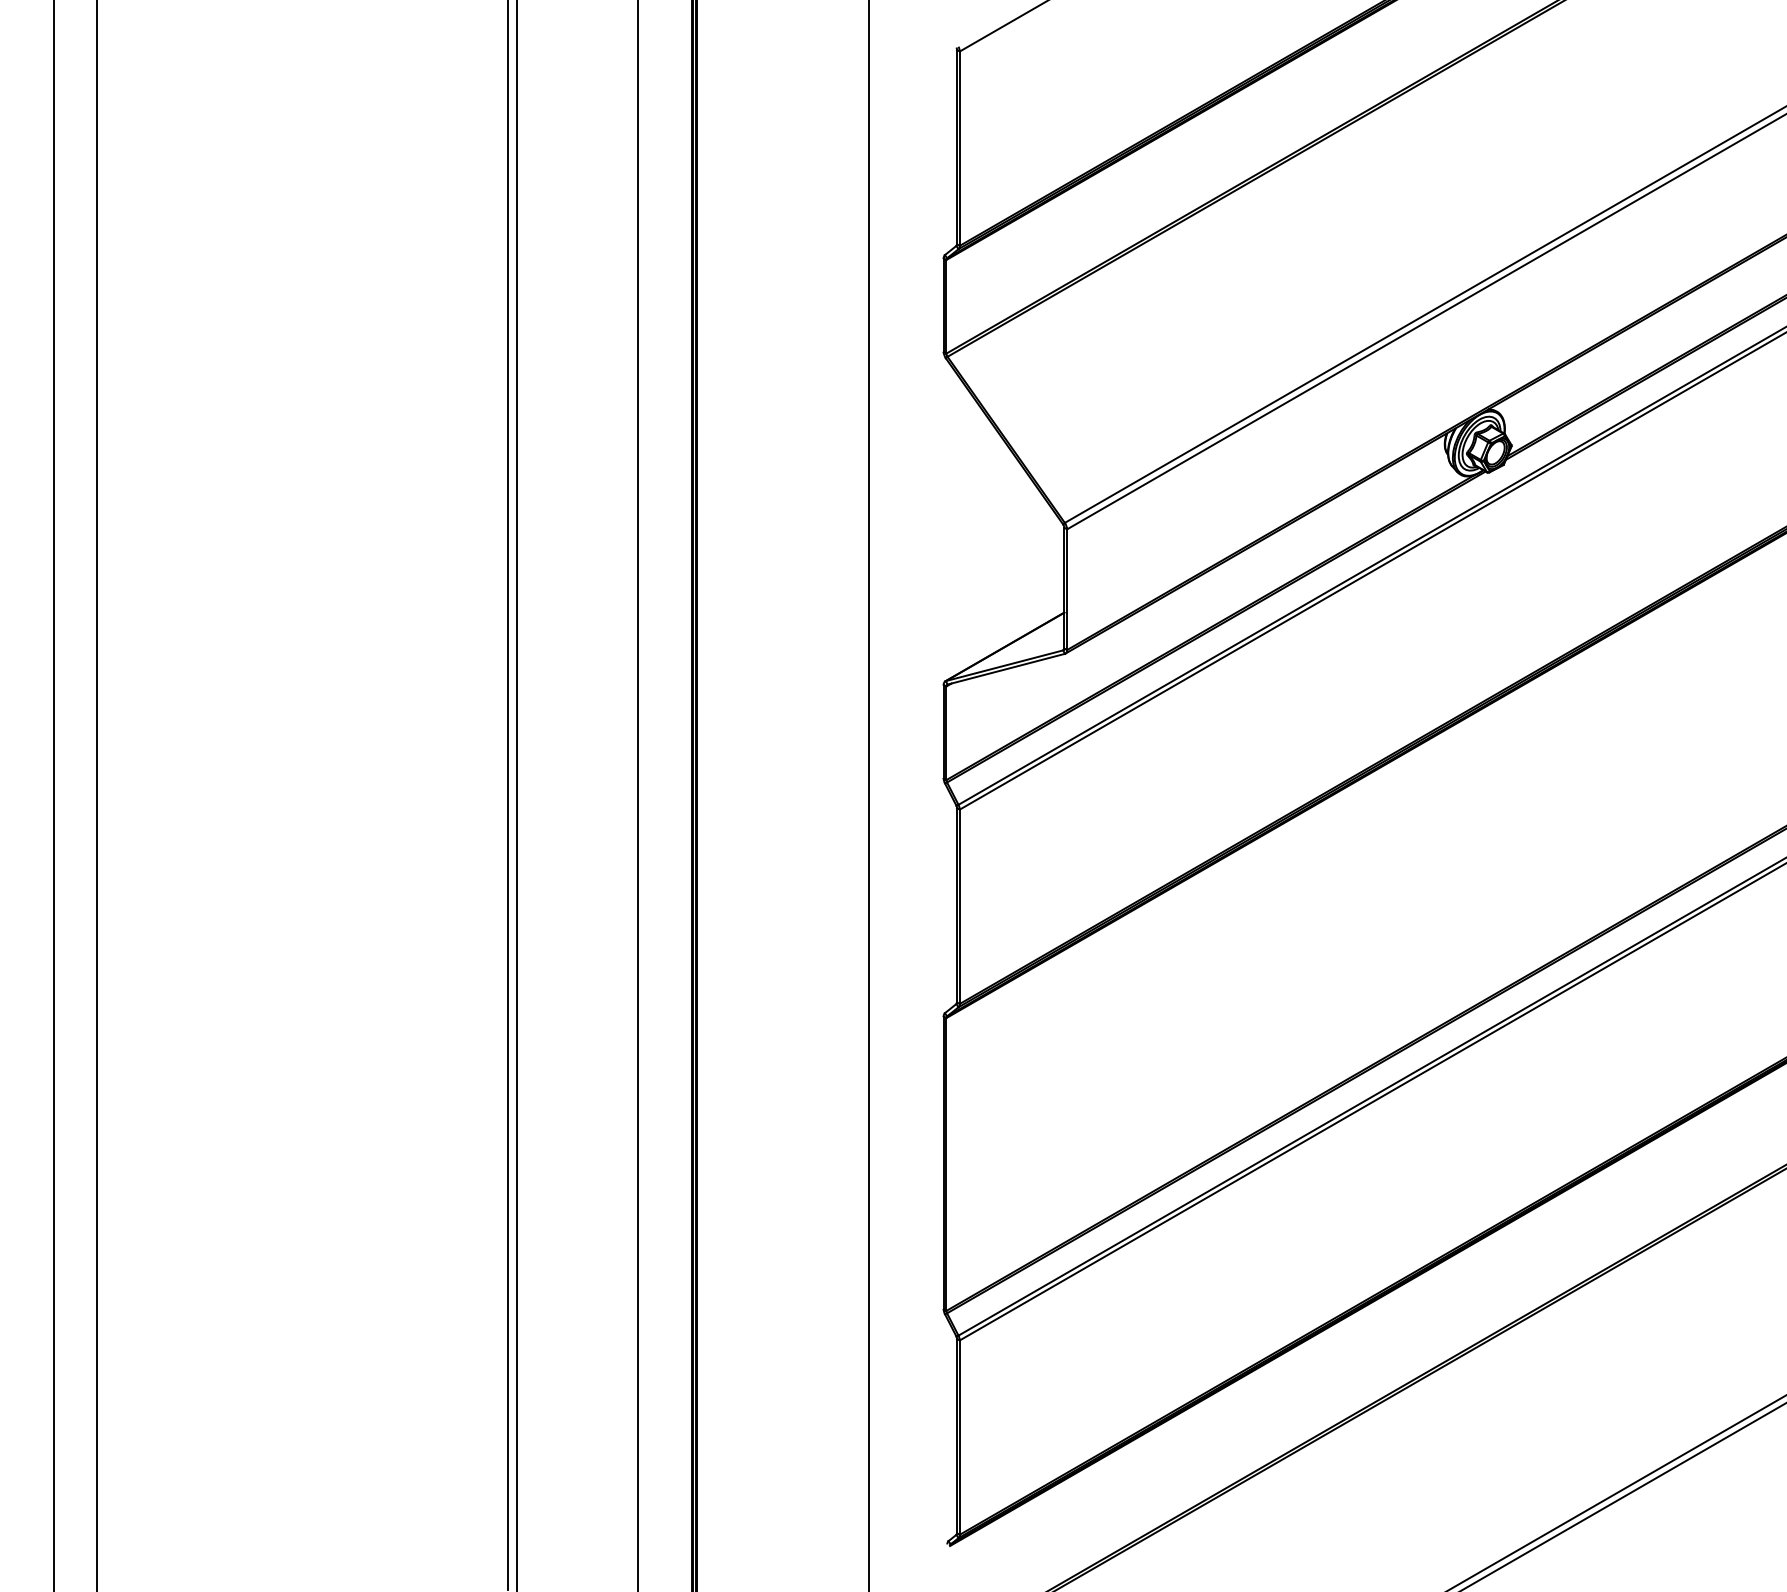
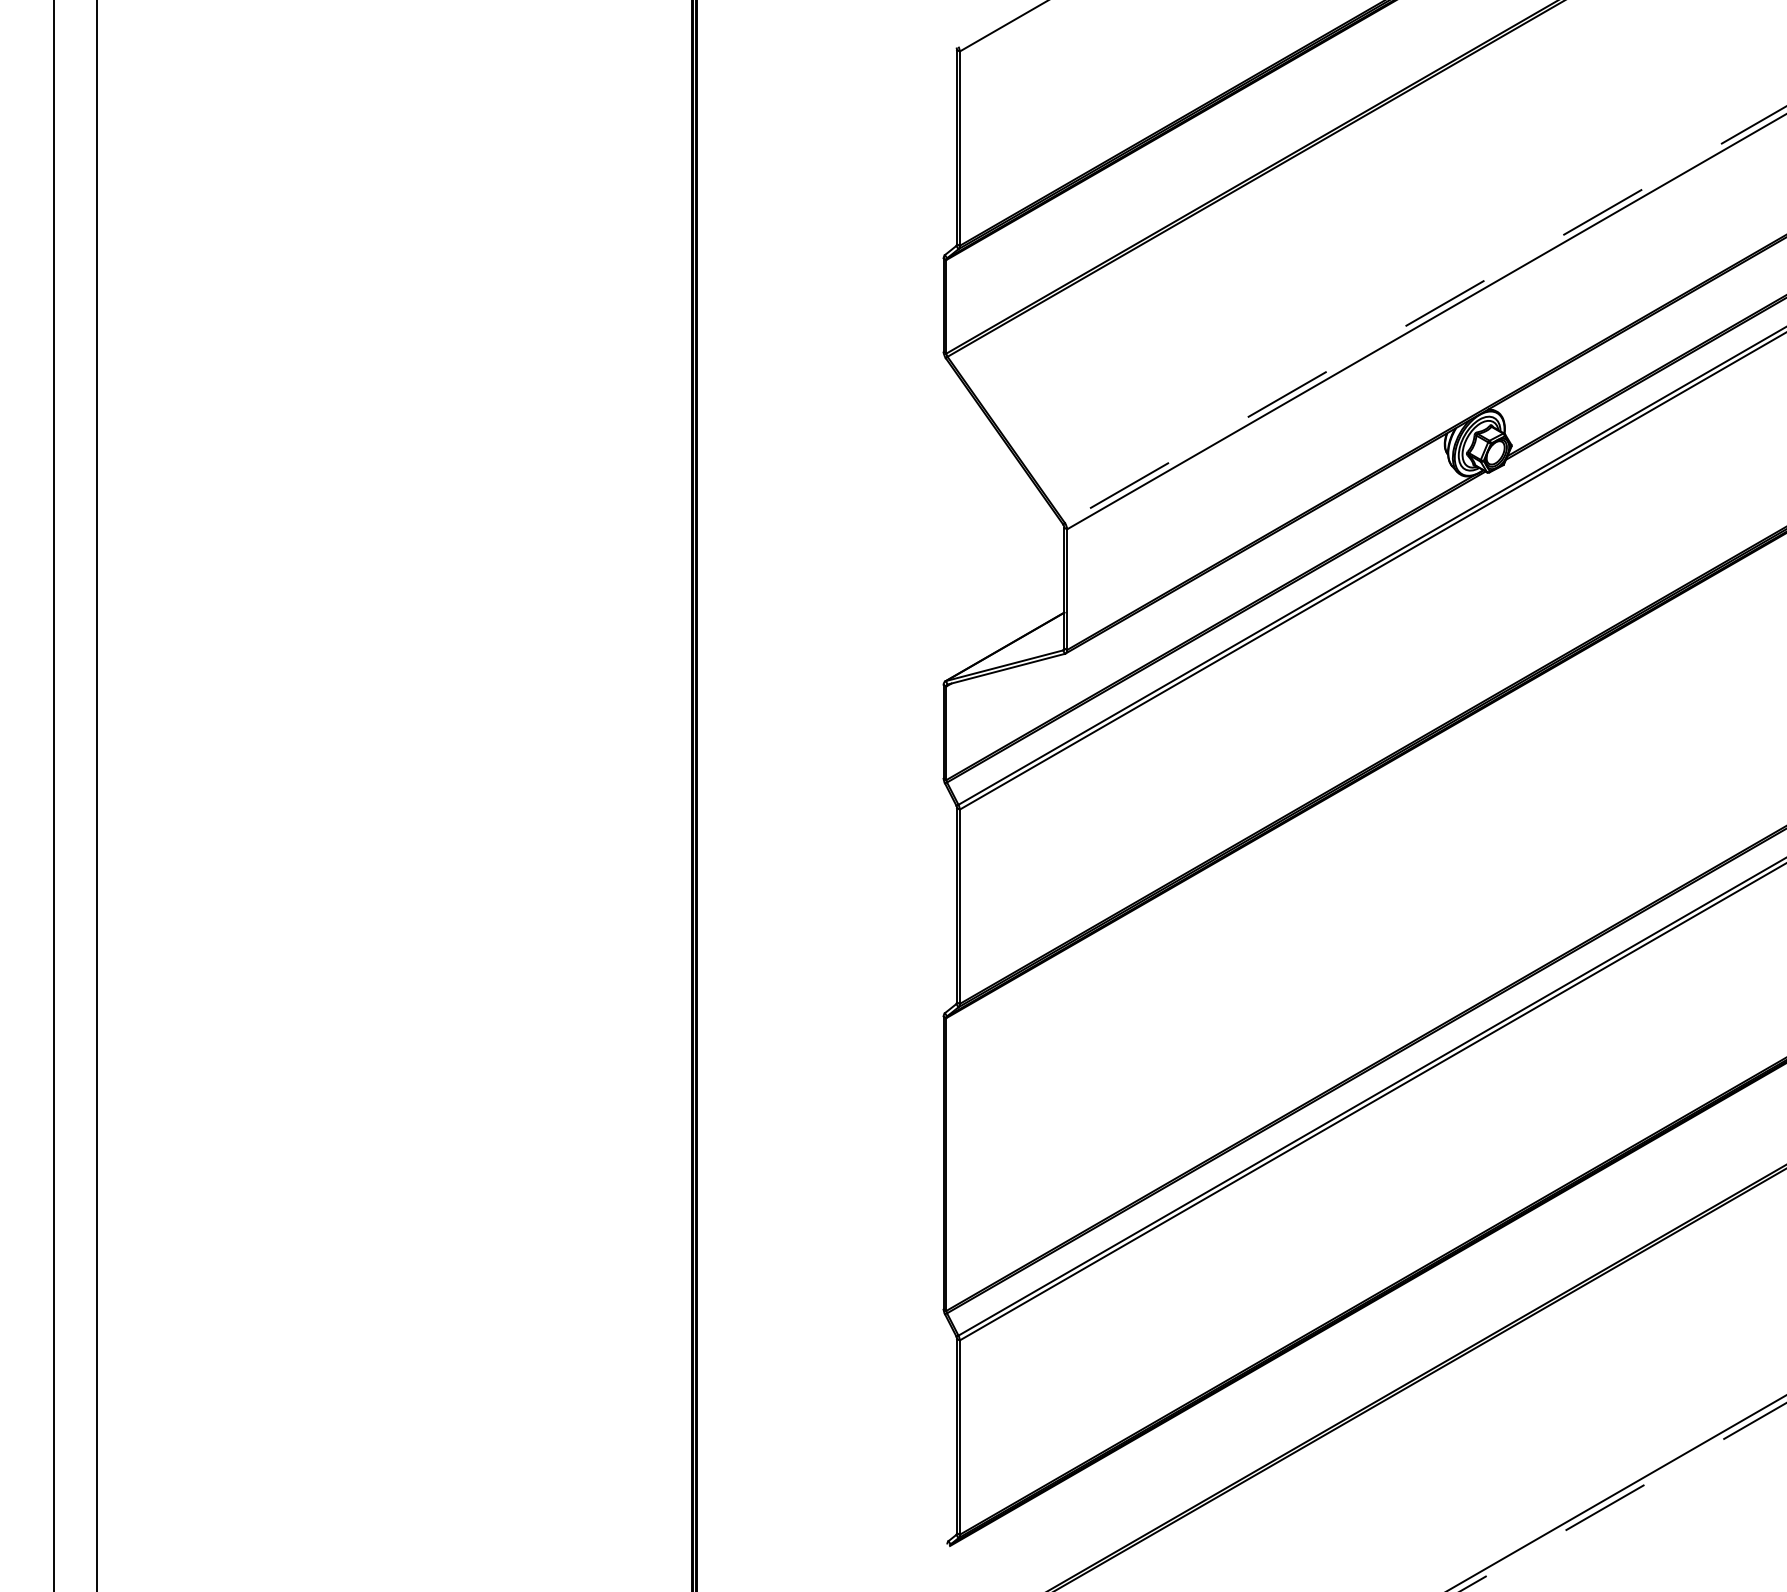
line at (1425, 314): solid -> dashed
line at (508, 795): present -> none
line at (516, 795): present -> none
line at (638, 795): present -> none
line at (868, 795): present -> none
line at (1623, 1497): solid -> dashed
